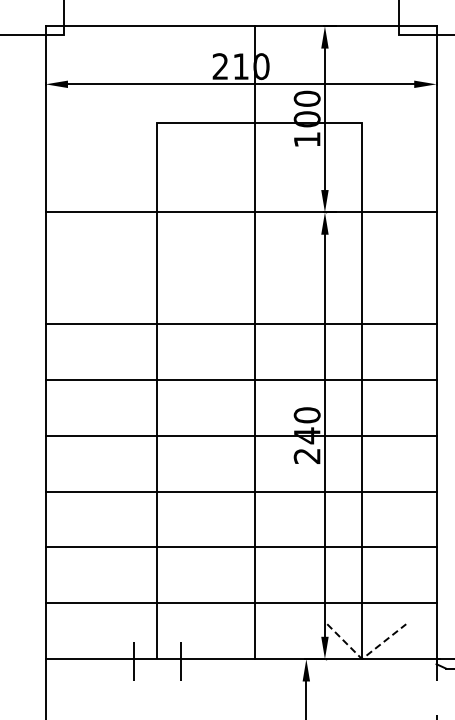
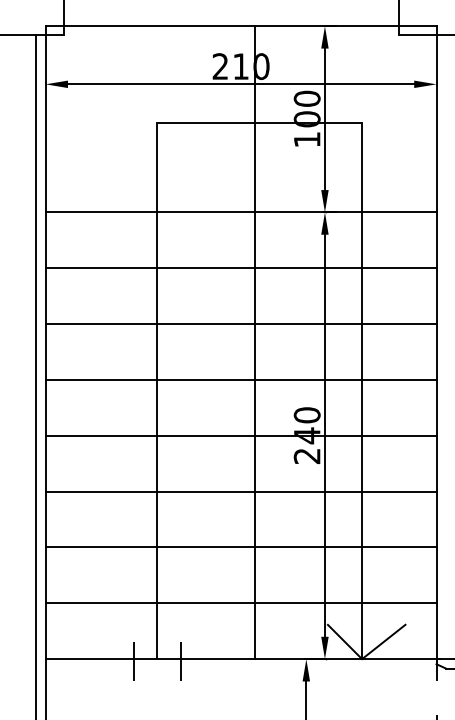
line at (240, 268): none -> present
line at (36, 375): none -> present
line at (364, 657): dashed -> solid
